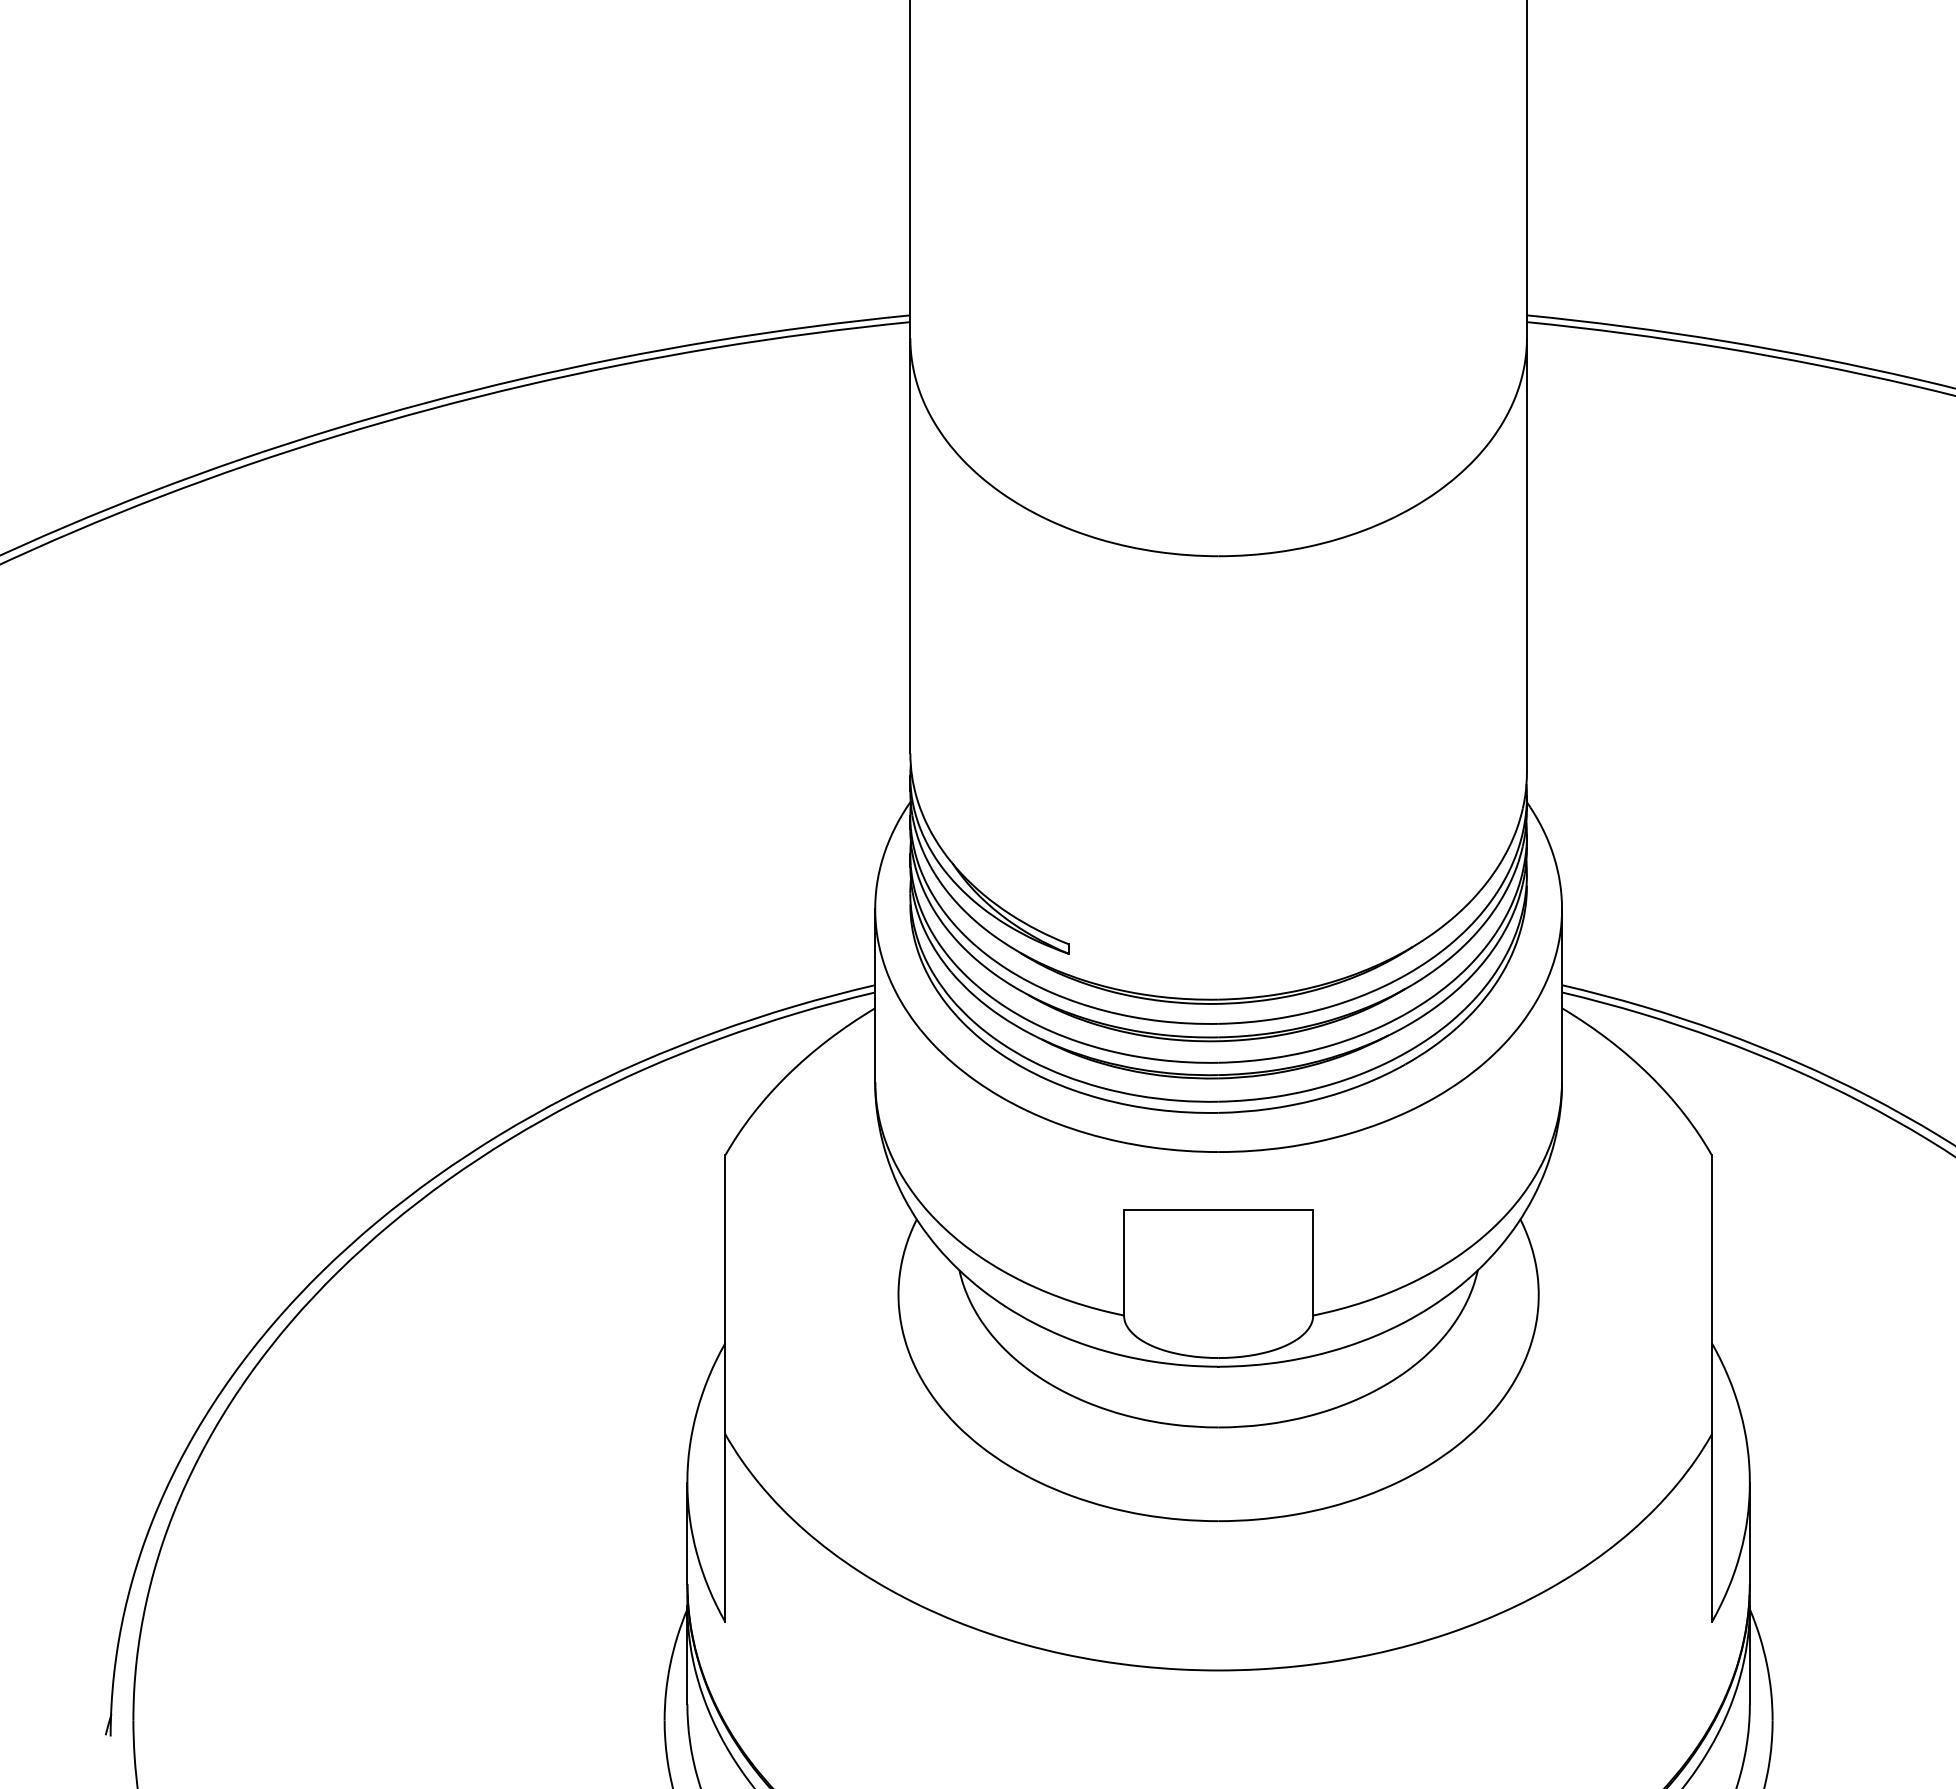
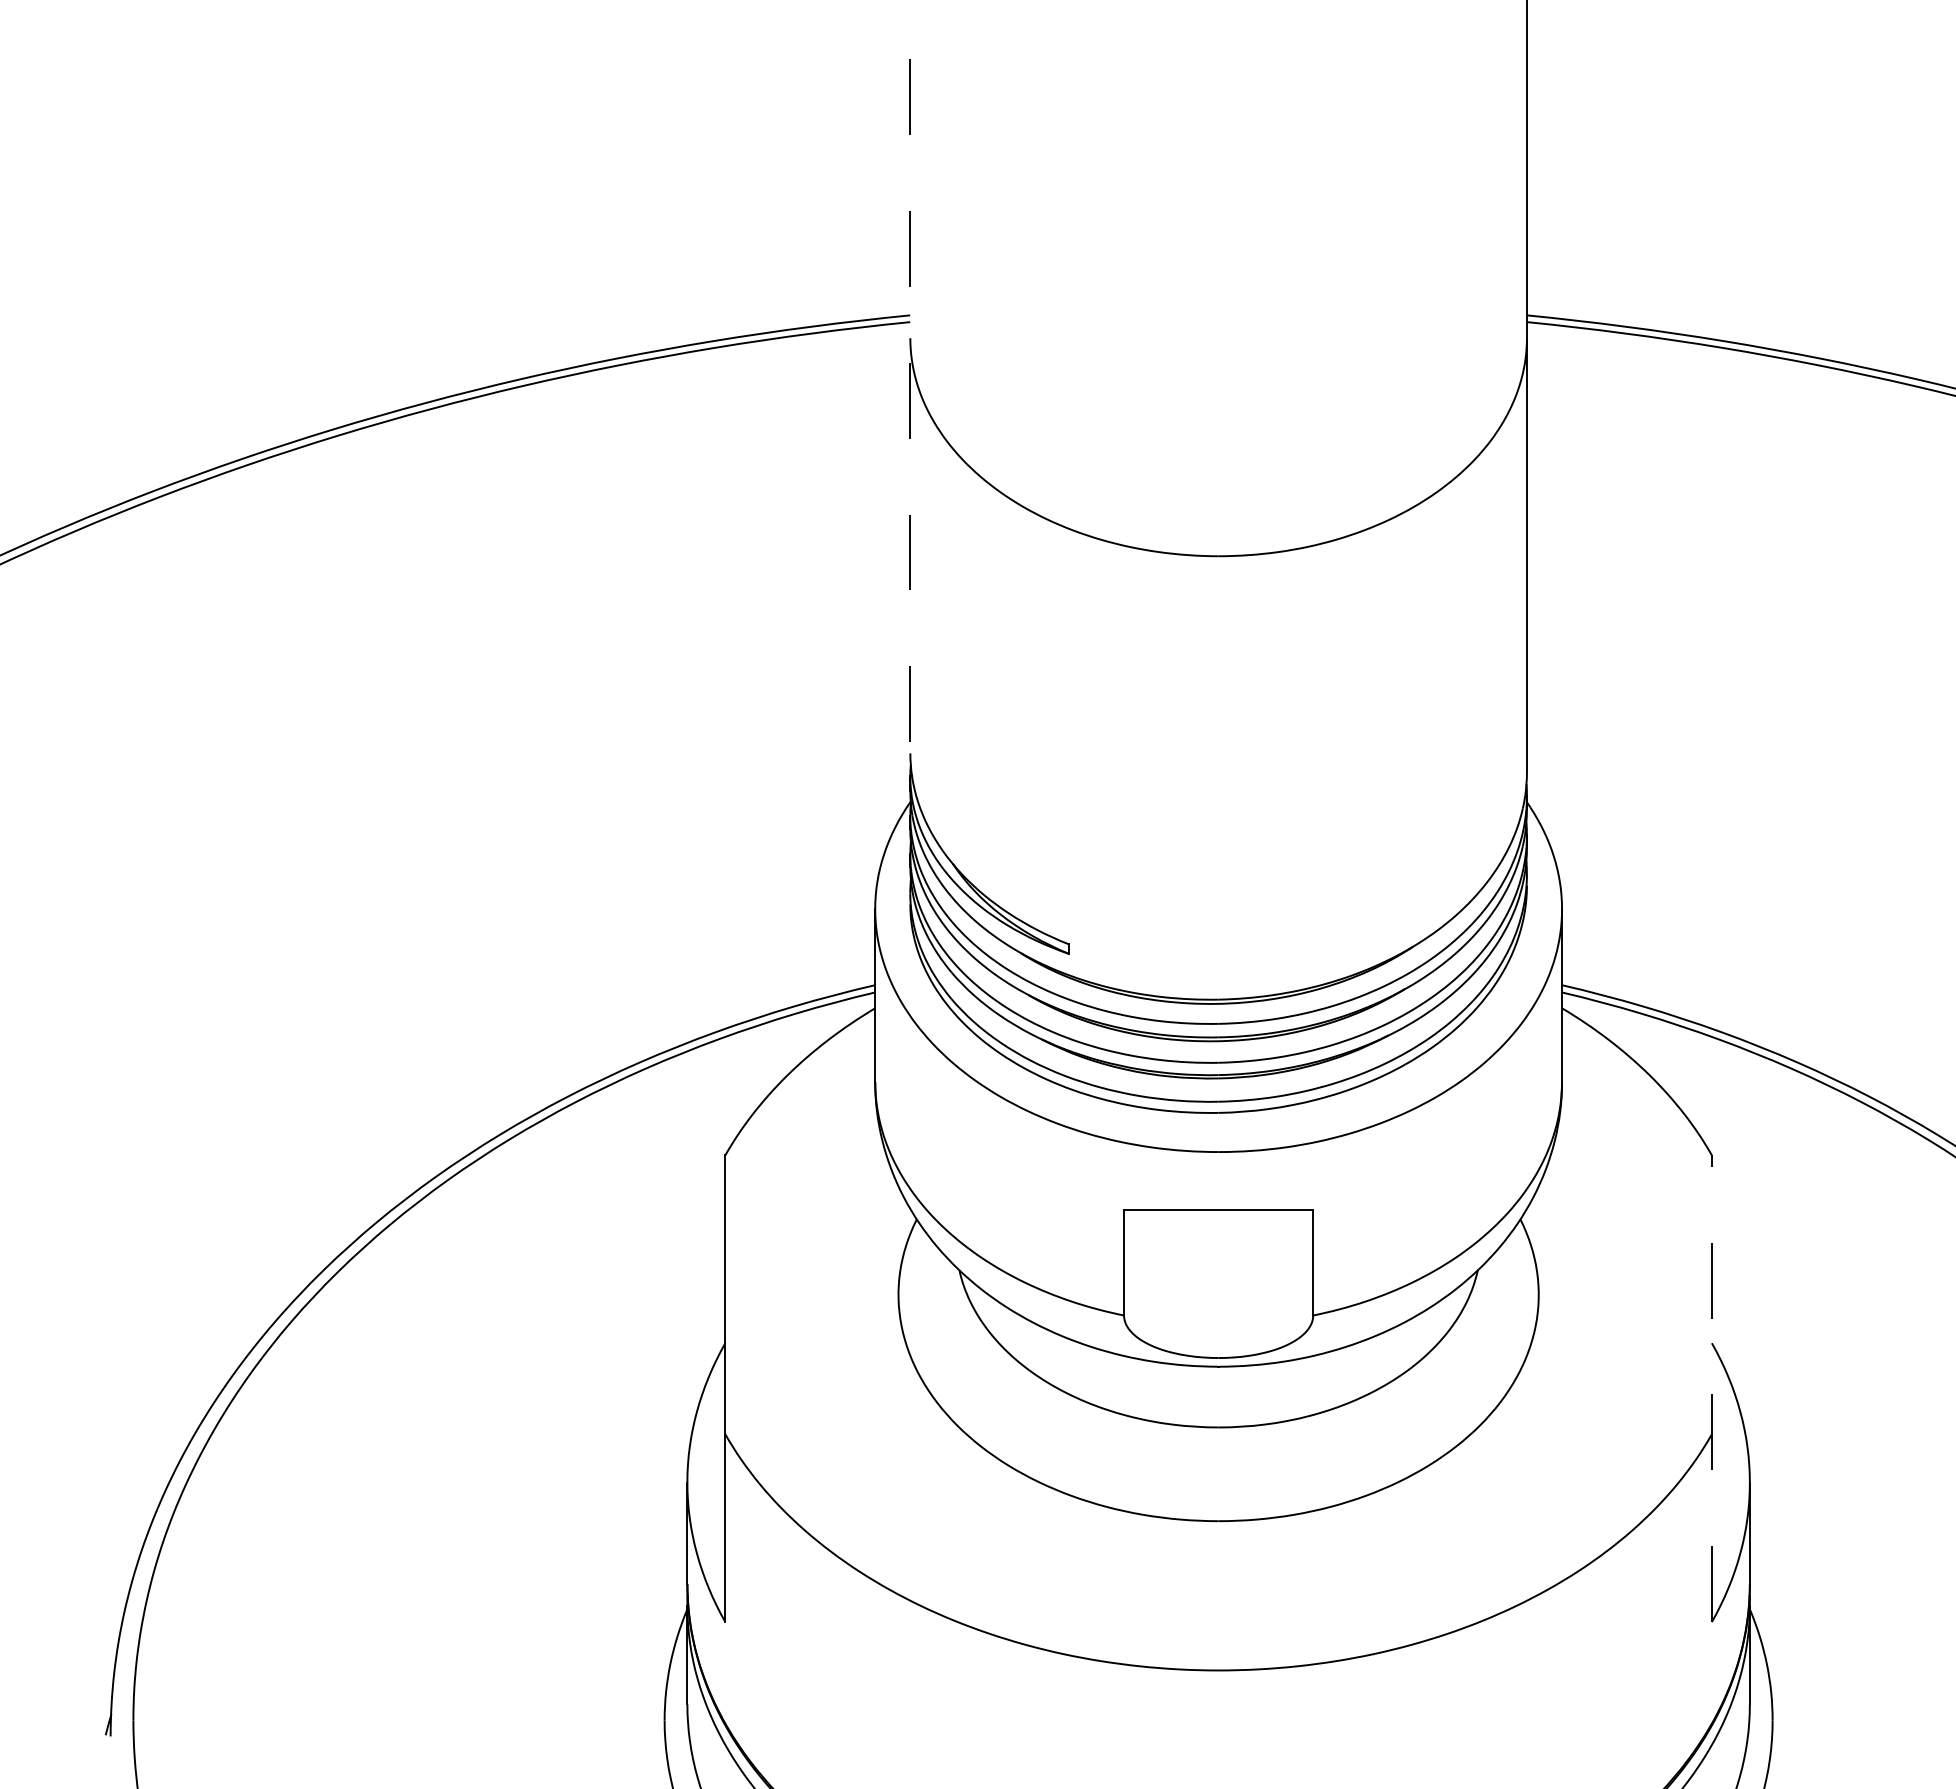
line at (910, 377): solid -> dashed
line at (1711, 1388): solid -> dashed
